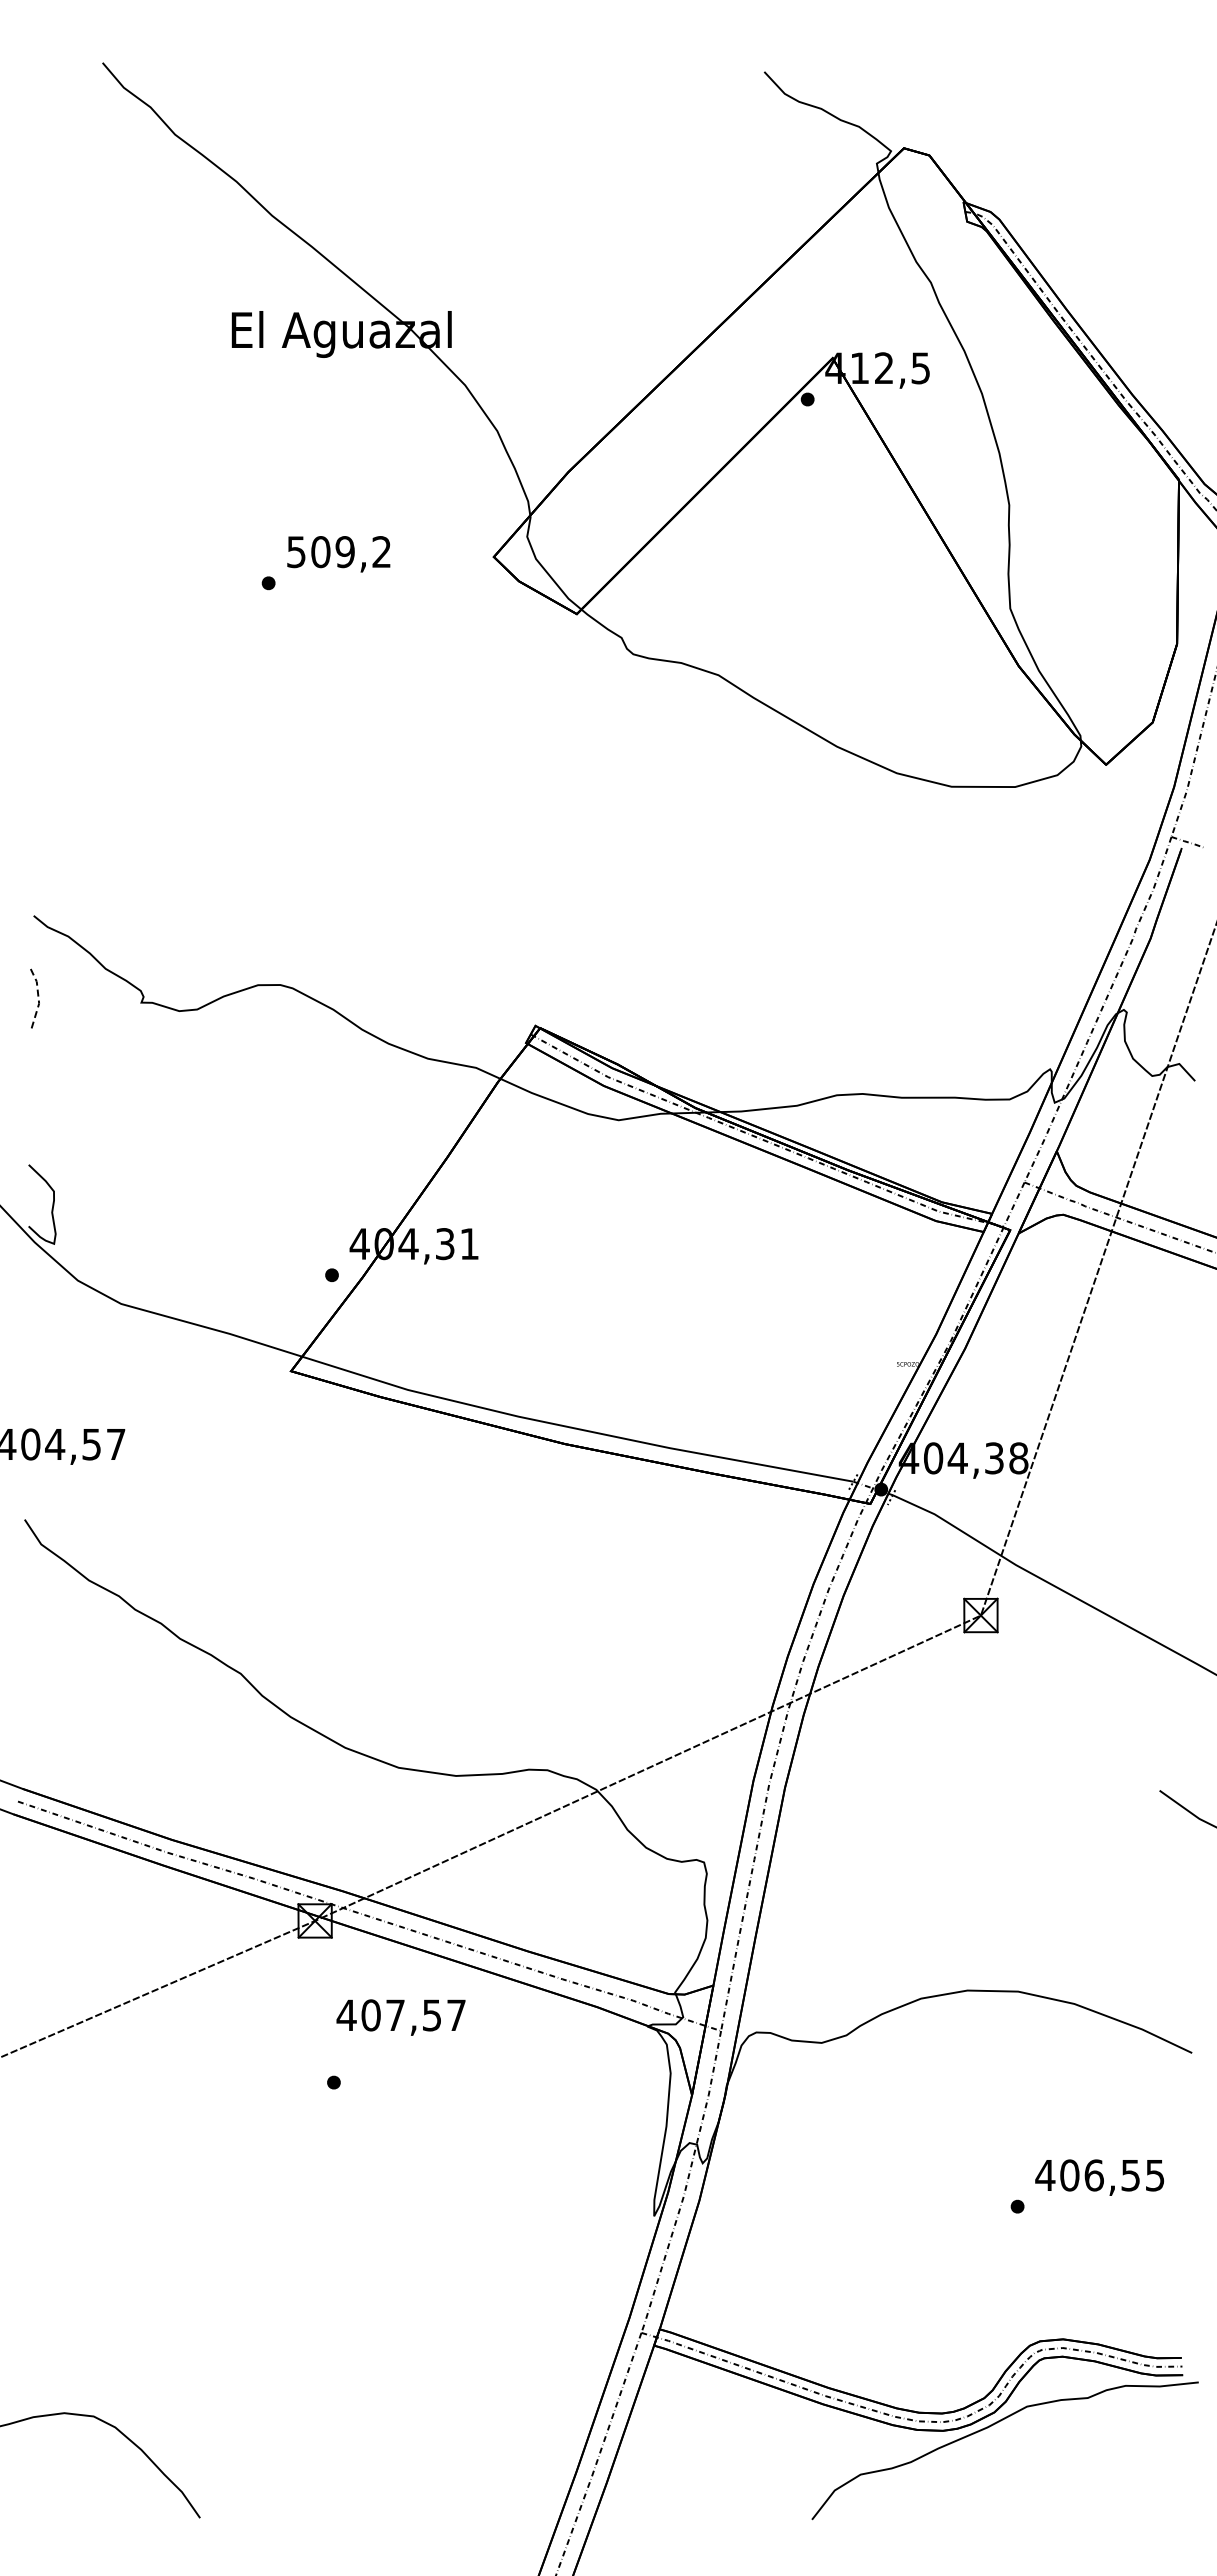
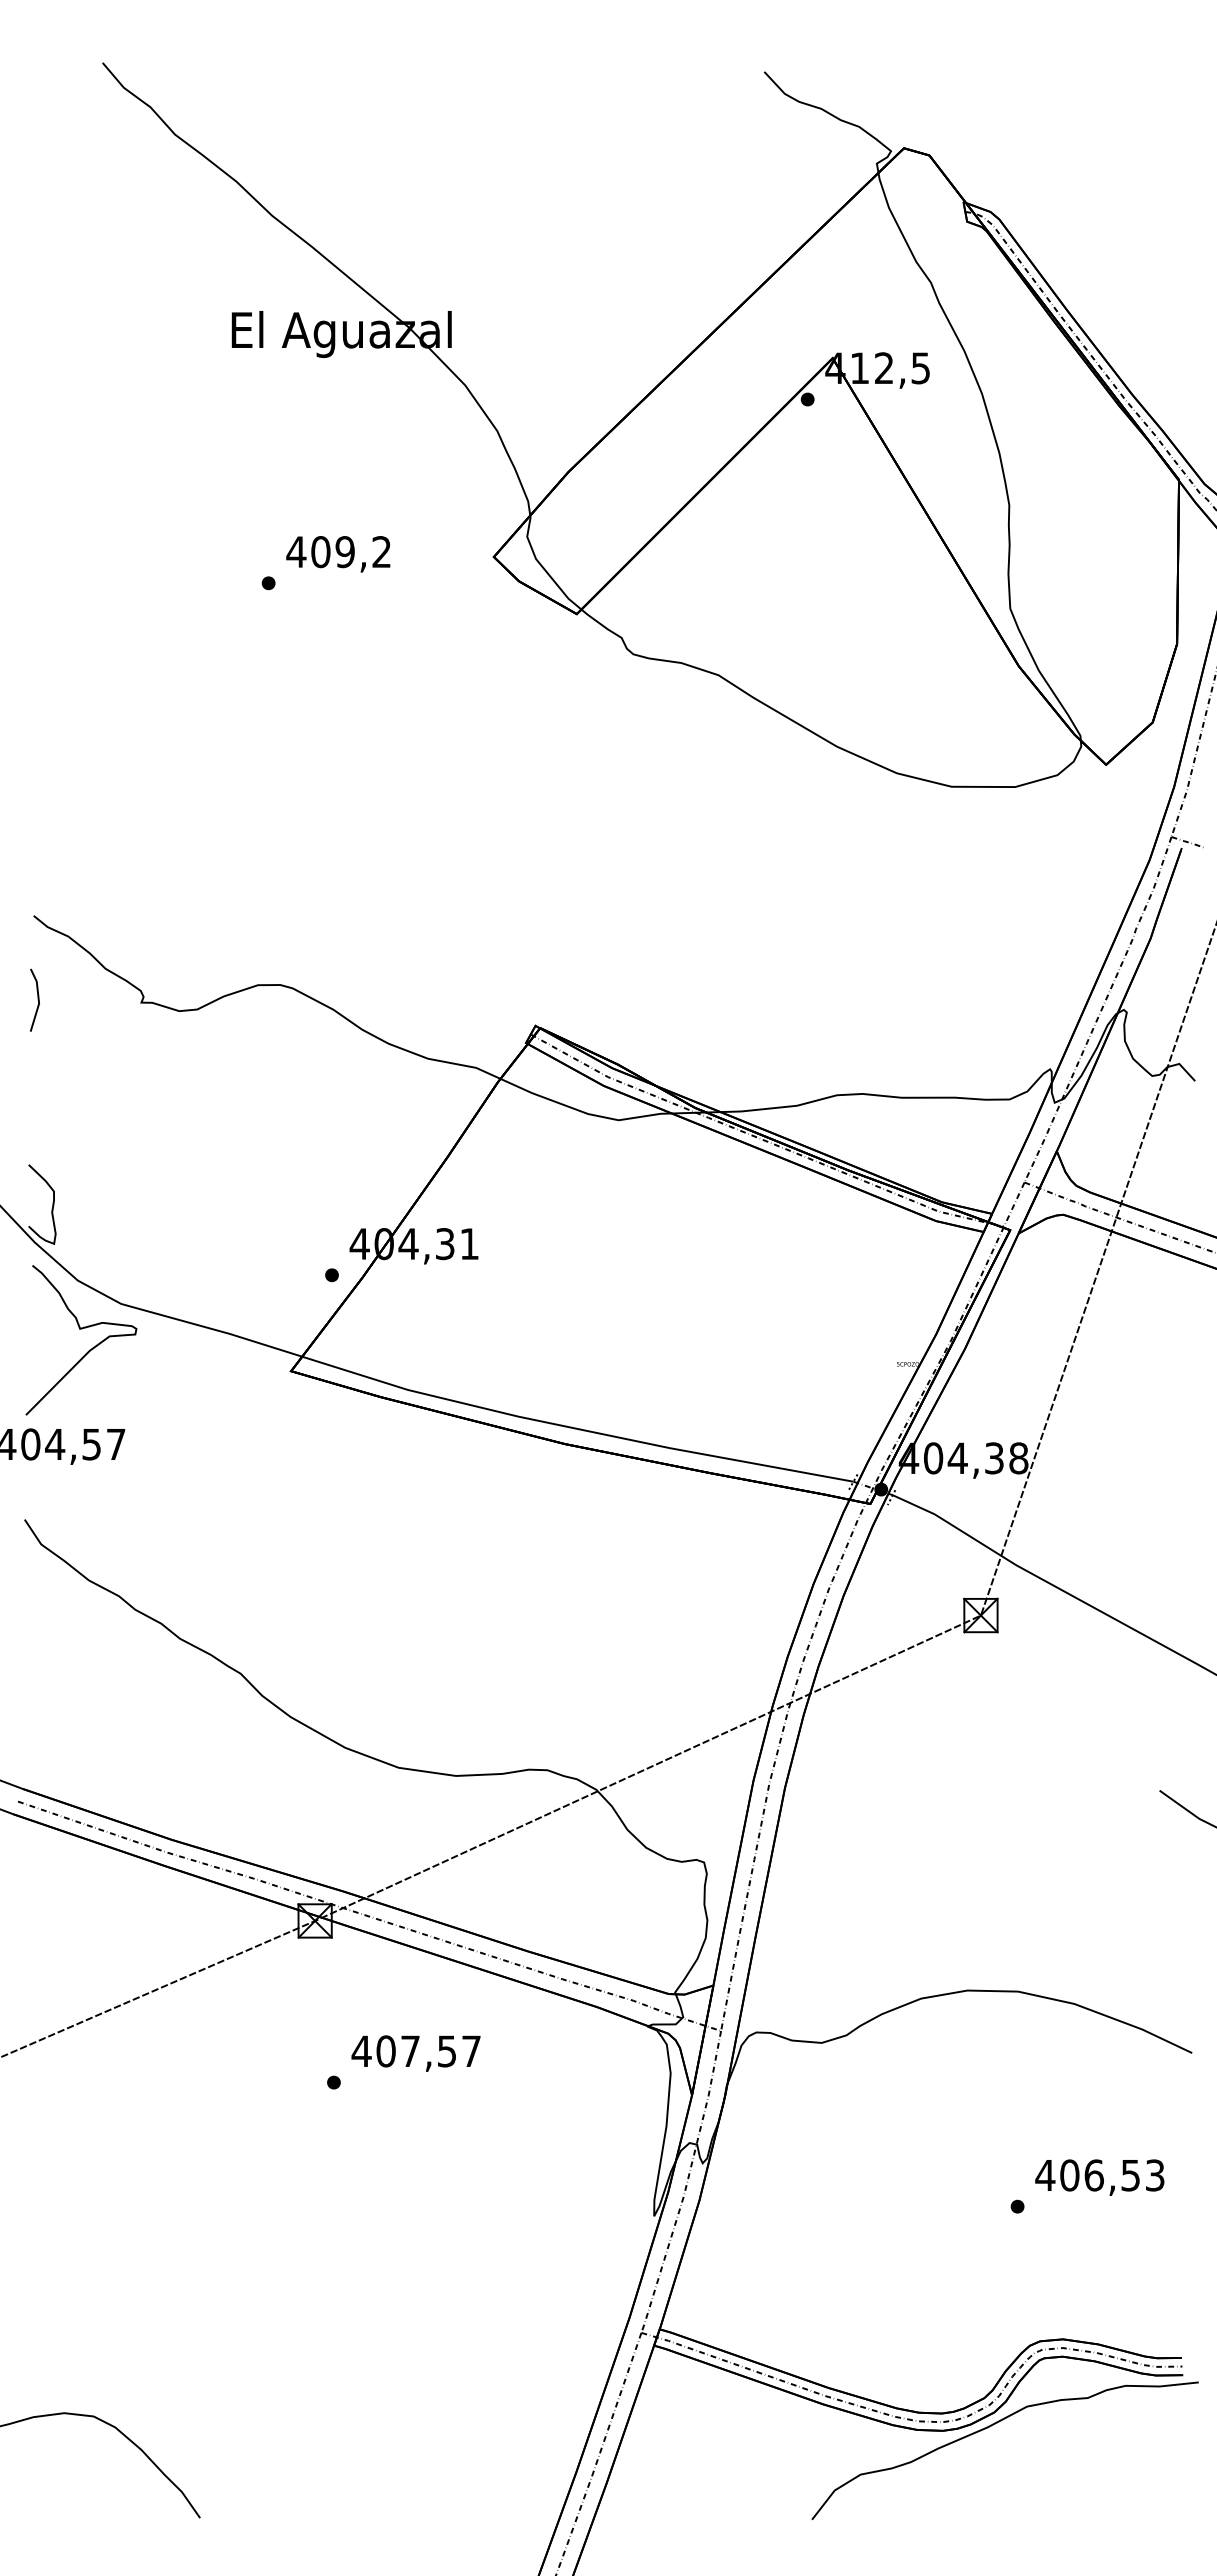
text at (296, 552): 509,2 -> 409,2
line at (38, 1000): dashed -> solid
curve at (81, 1329): none -> present
text at (400, 2017) position: (400, 2017) -> (415, 2053)
text at (1155, 2174): 406,55 -> 406,53
